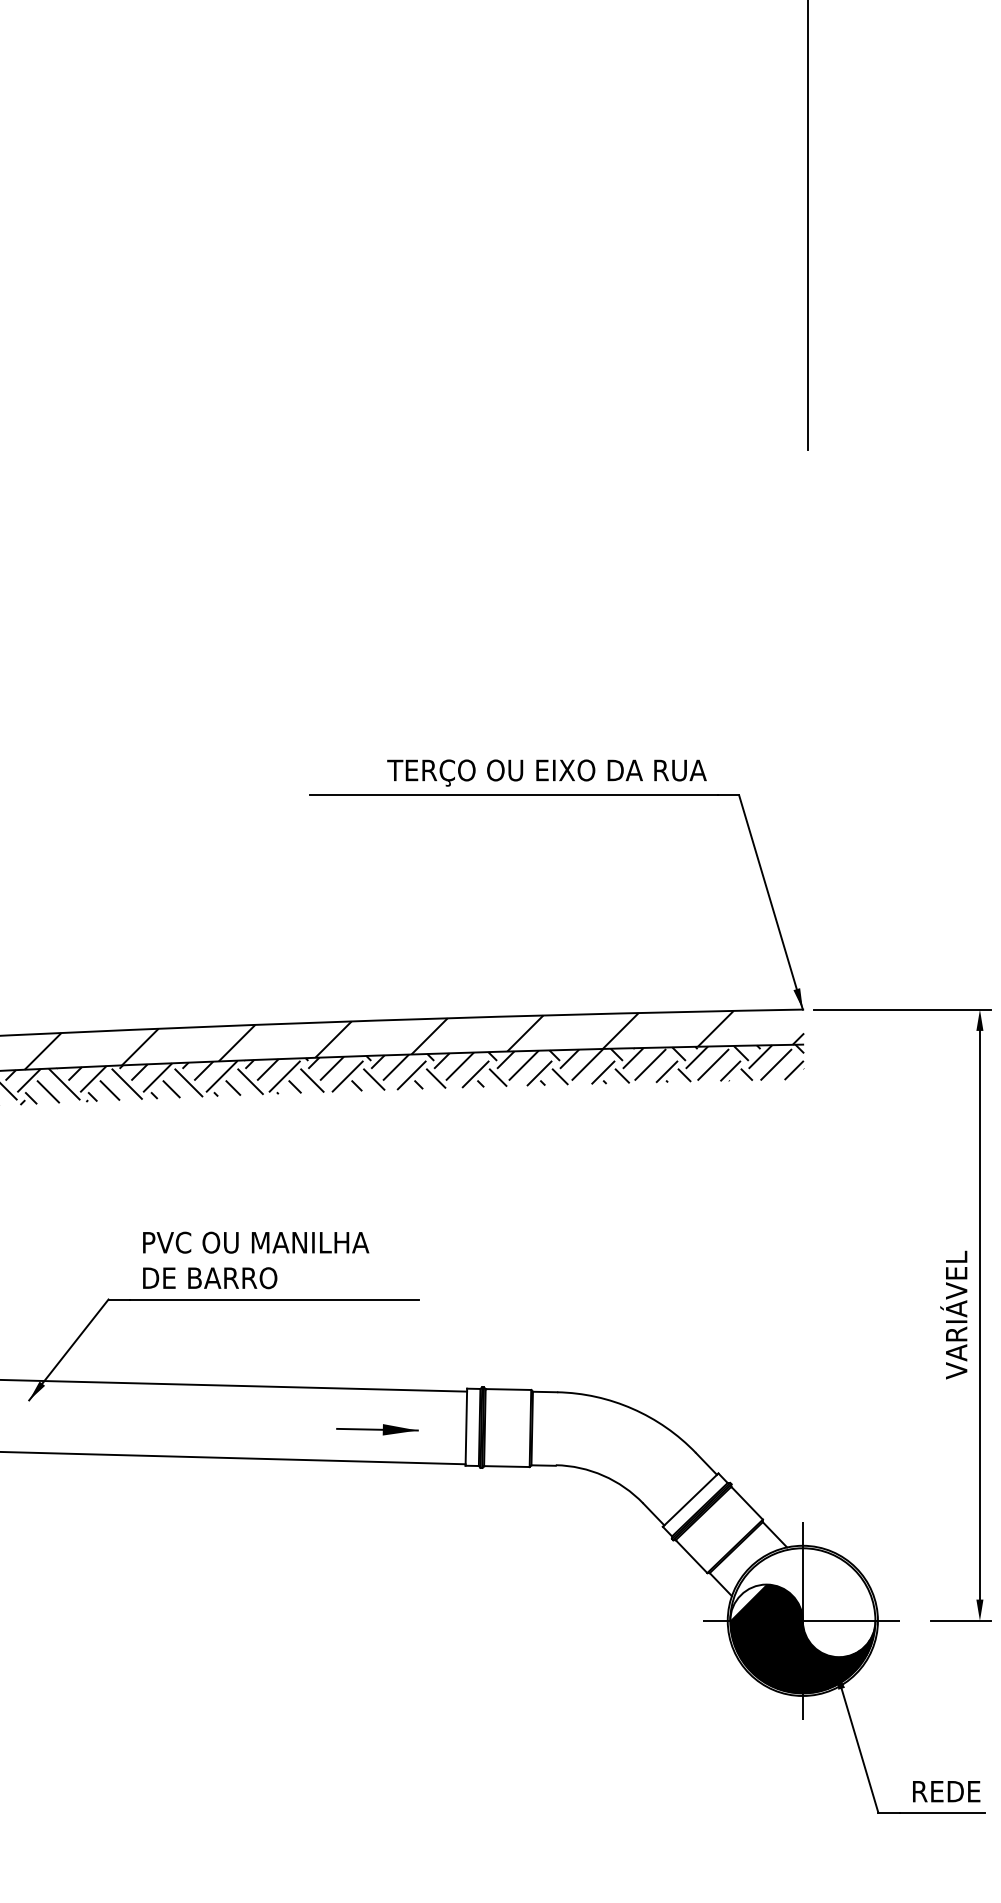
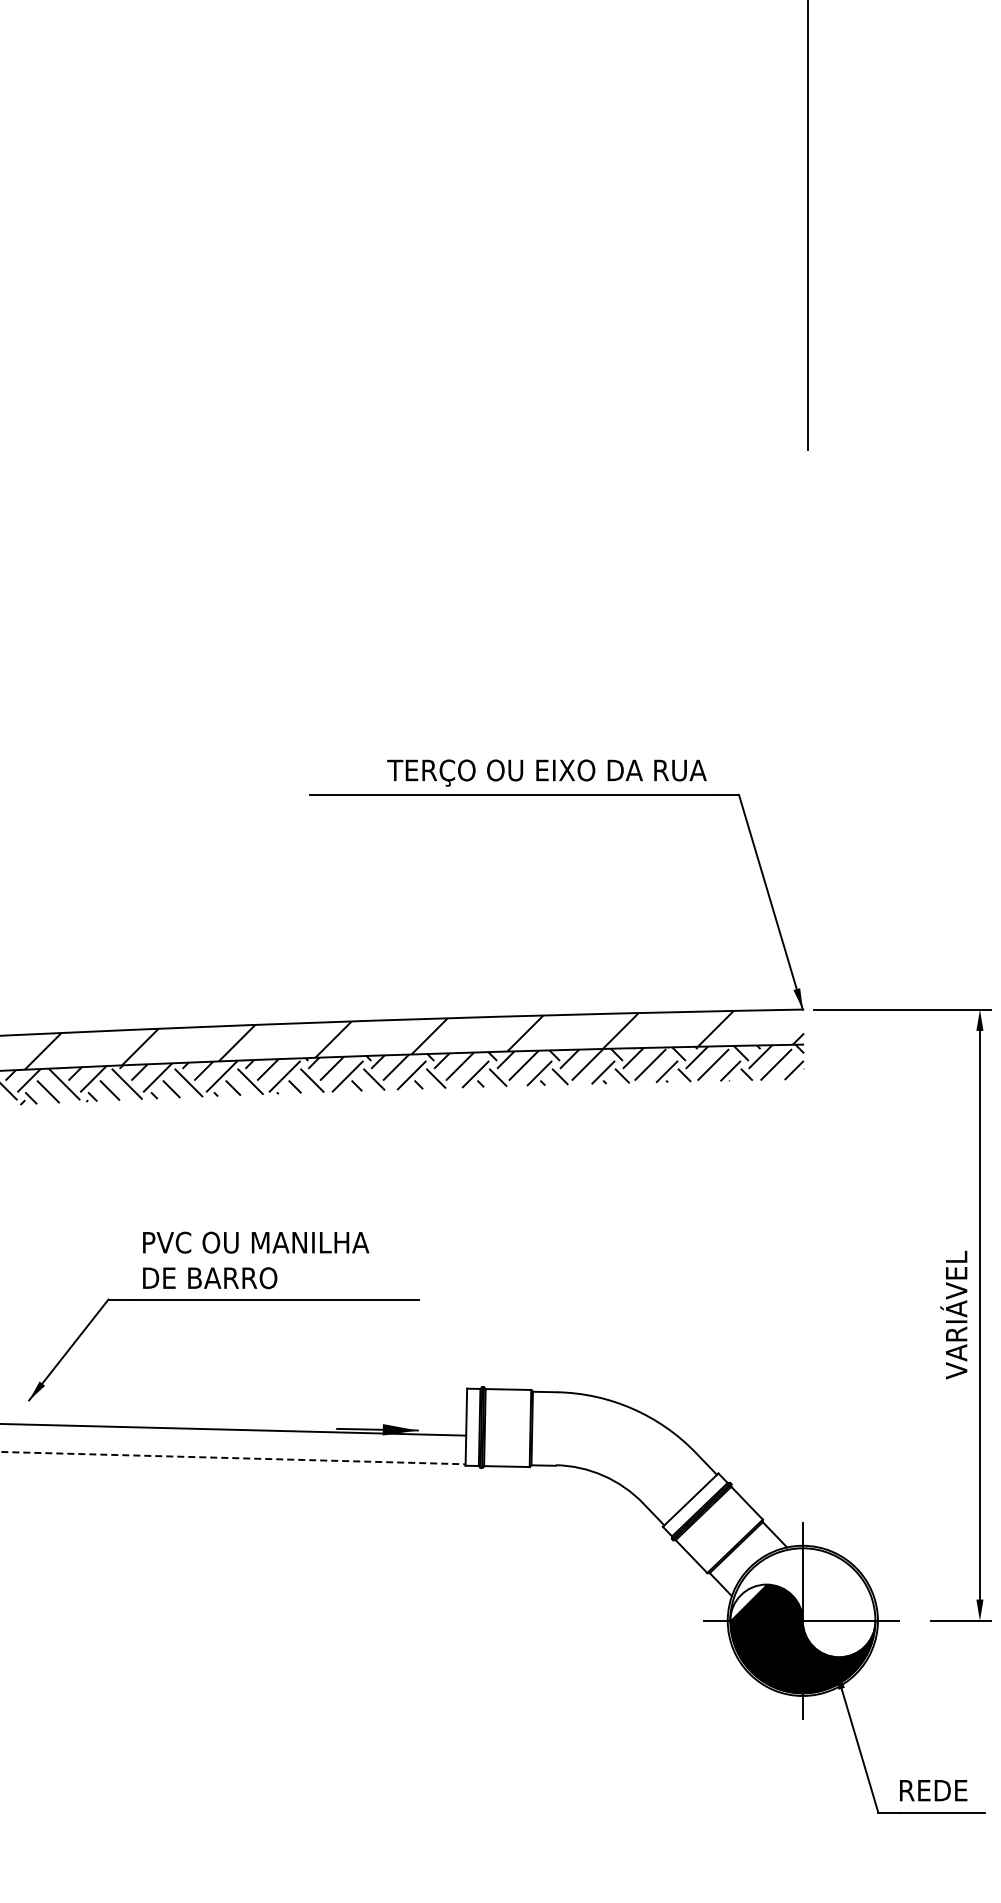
line at (234, 1385) position: (234, 1385) -> (234, 1429)
line at (233, 1458): solid -> dashed
text at (946, 1791) position: (946, 1791) -> (933, 1790)
